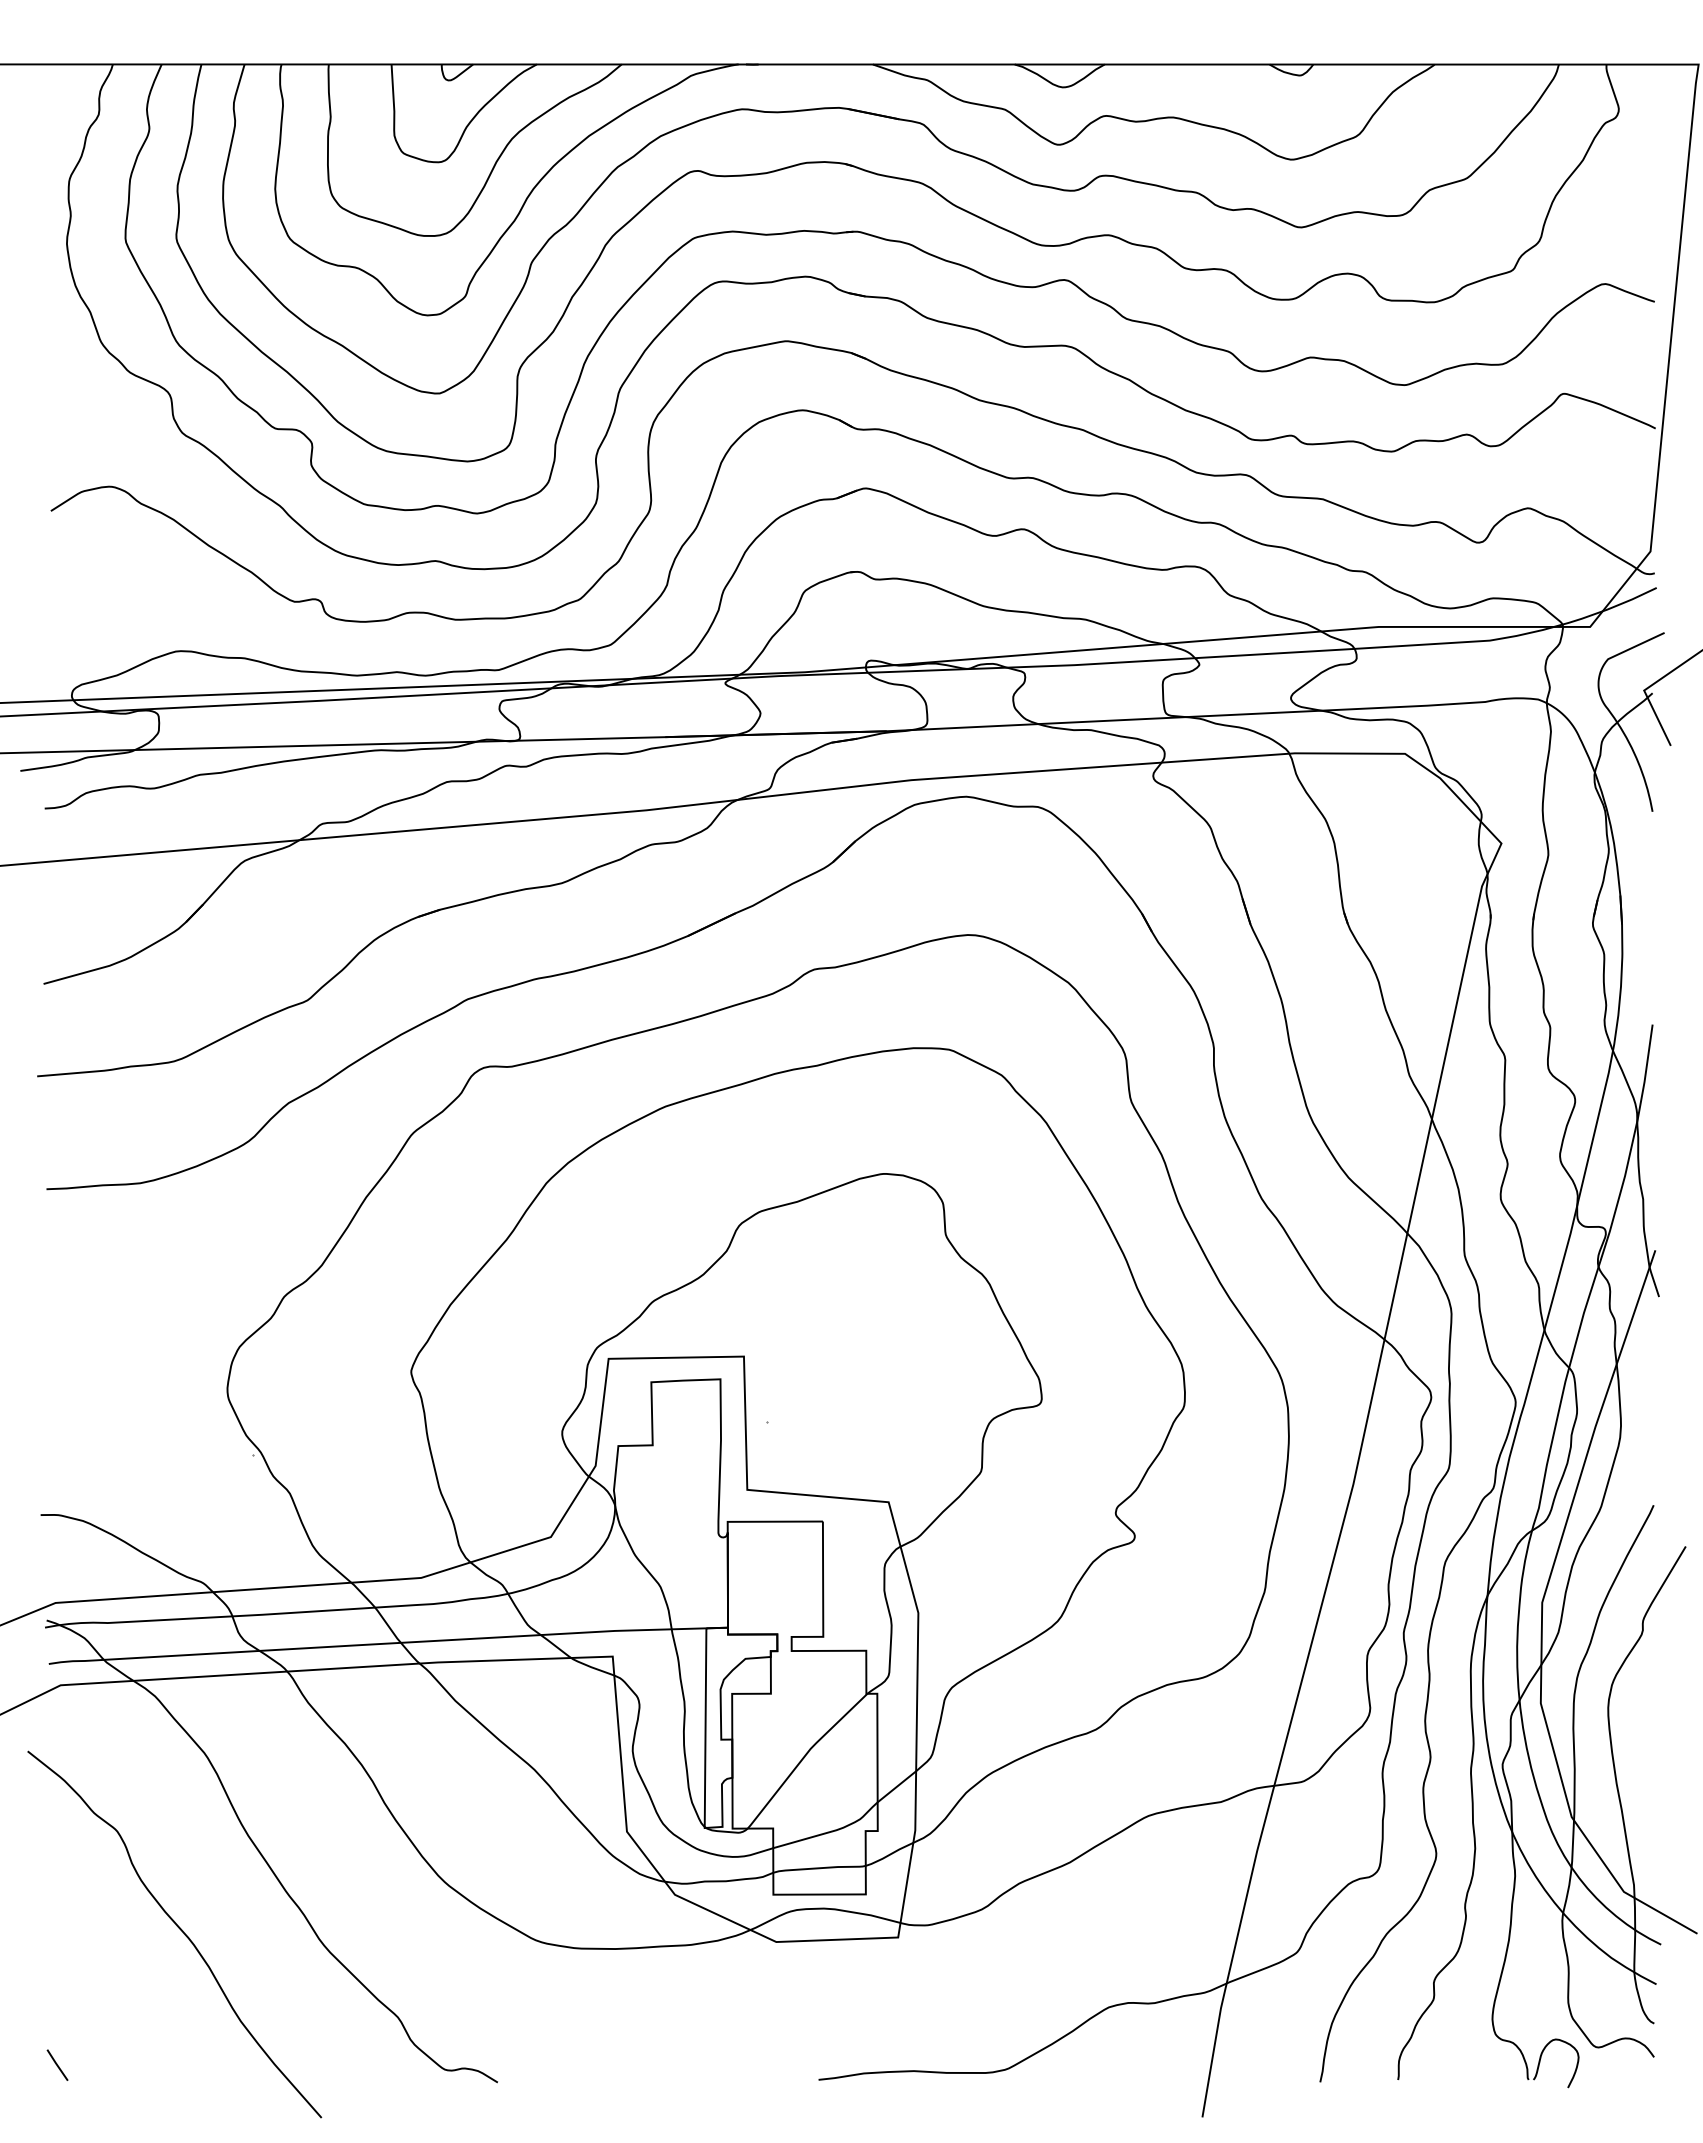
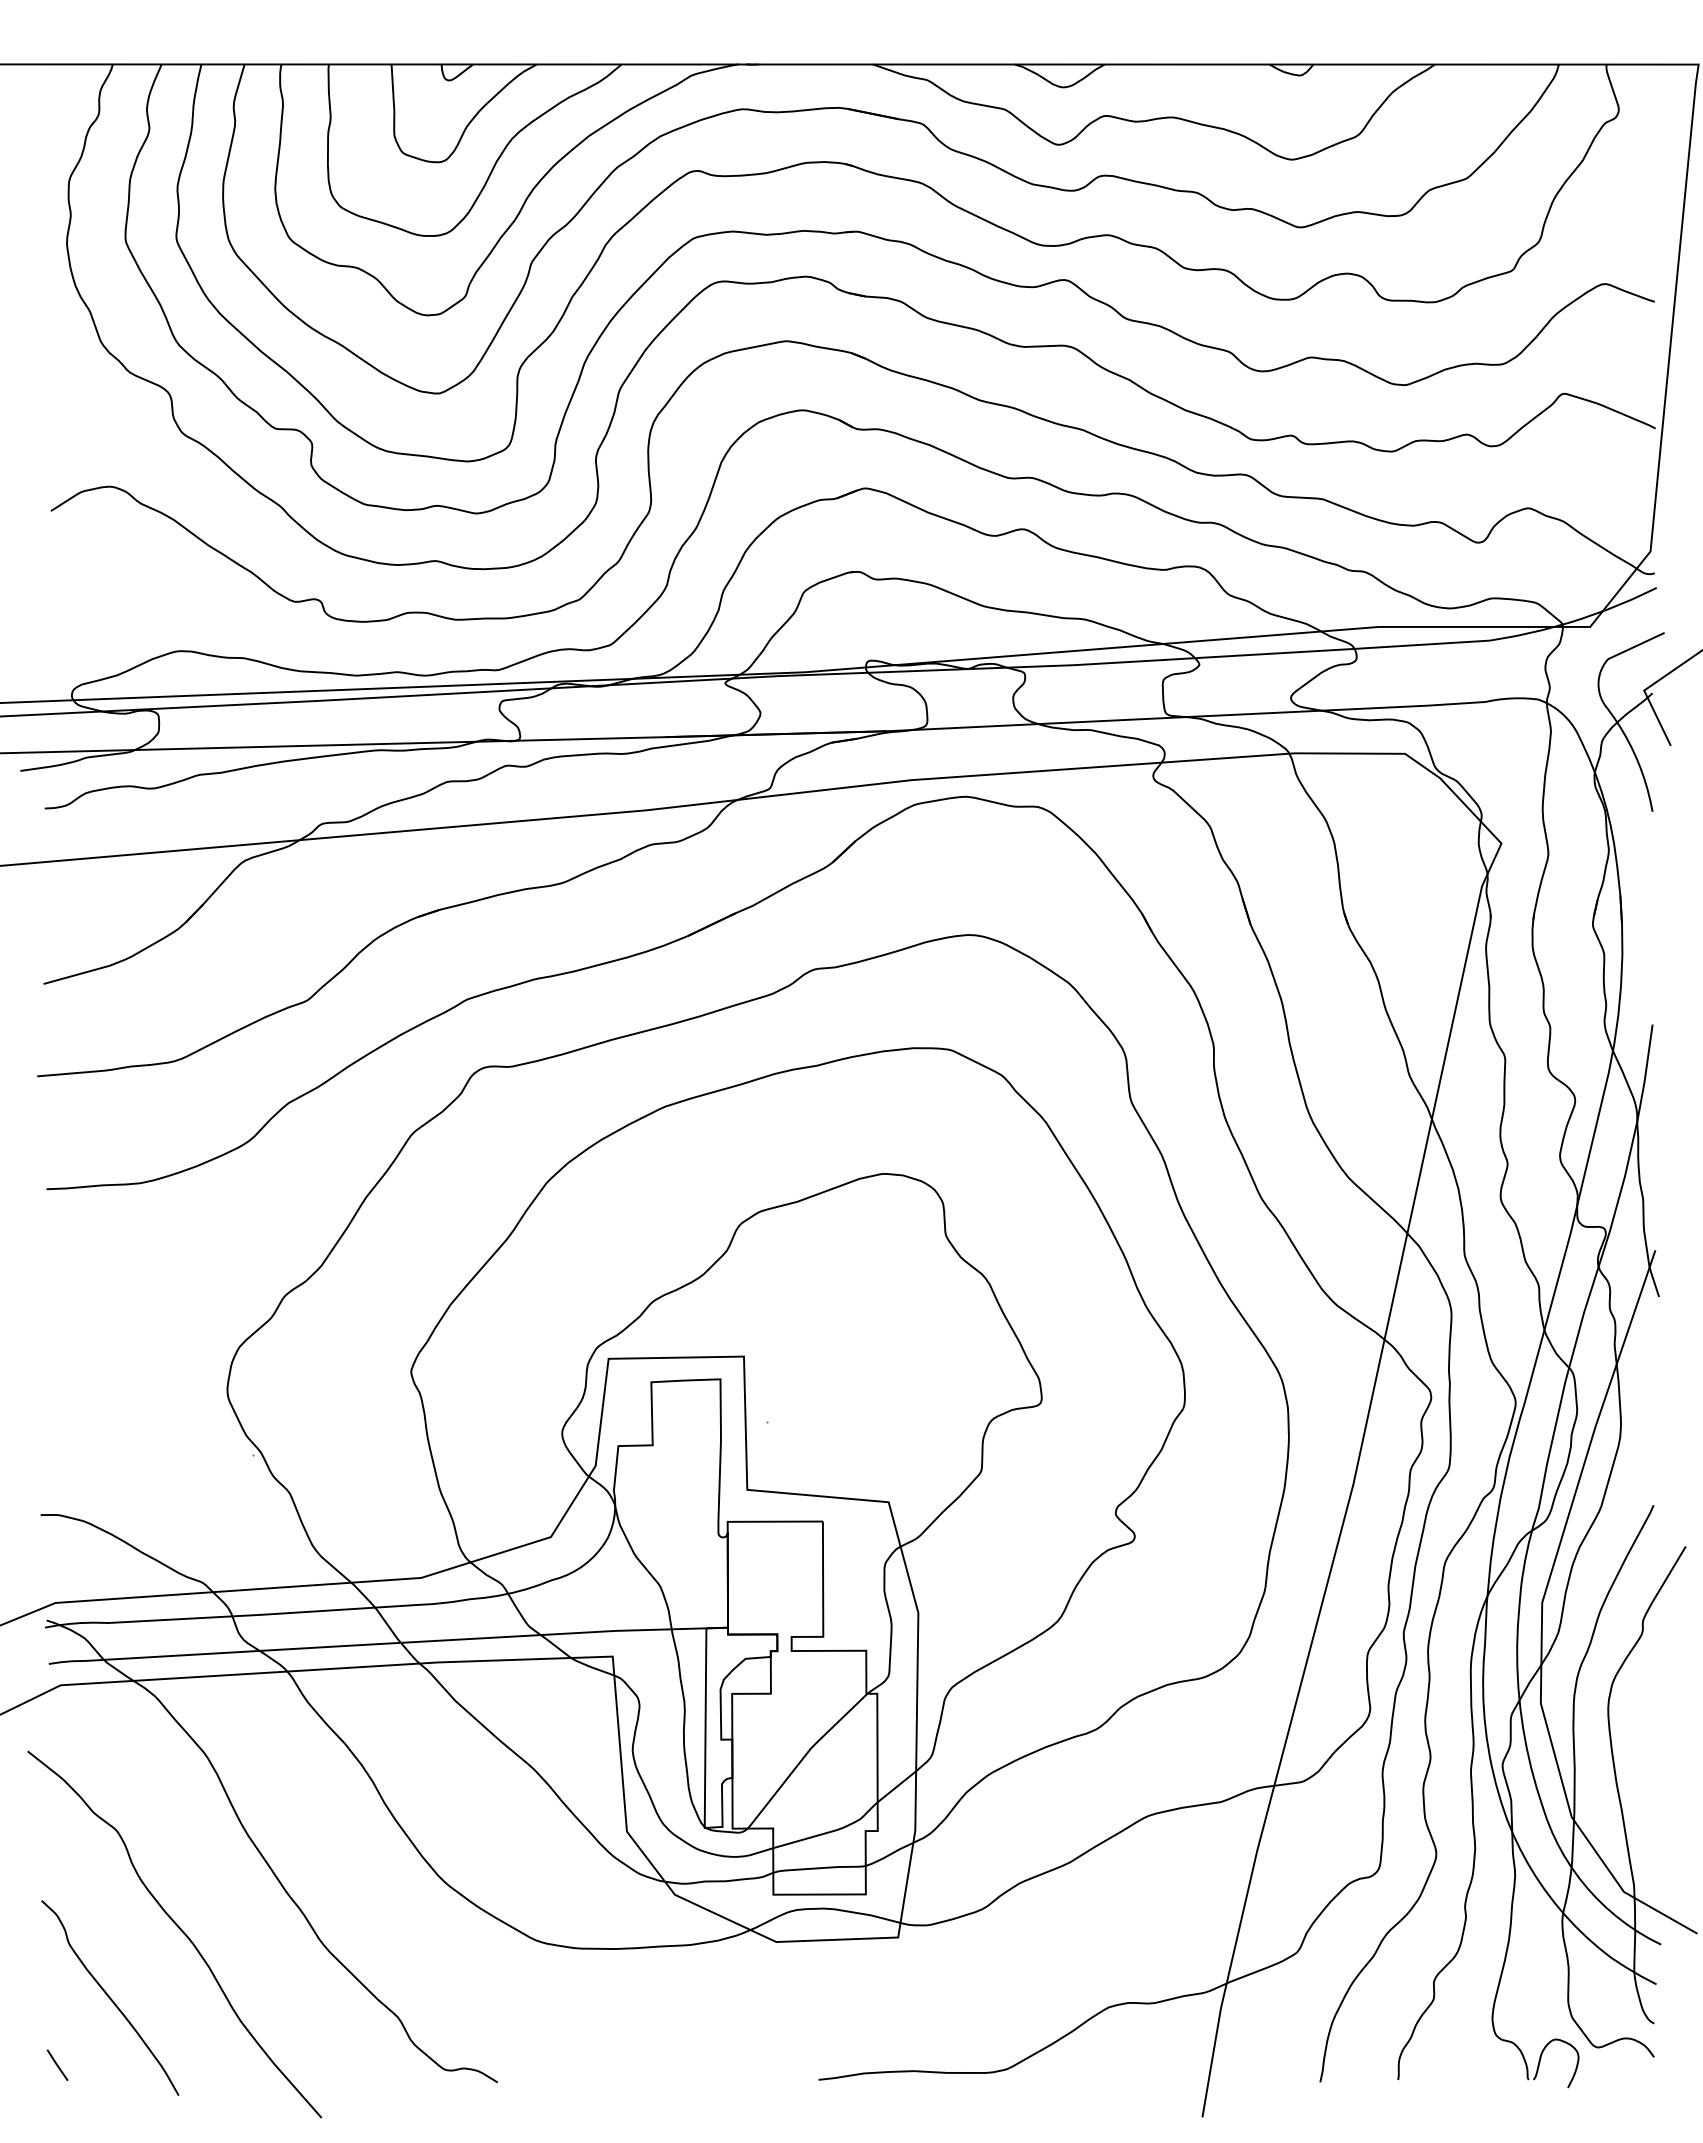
curve at (110, 1997): none -> present
